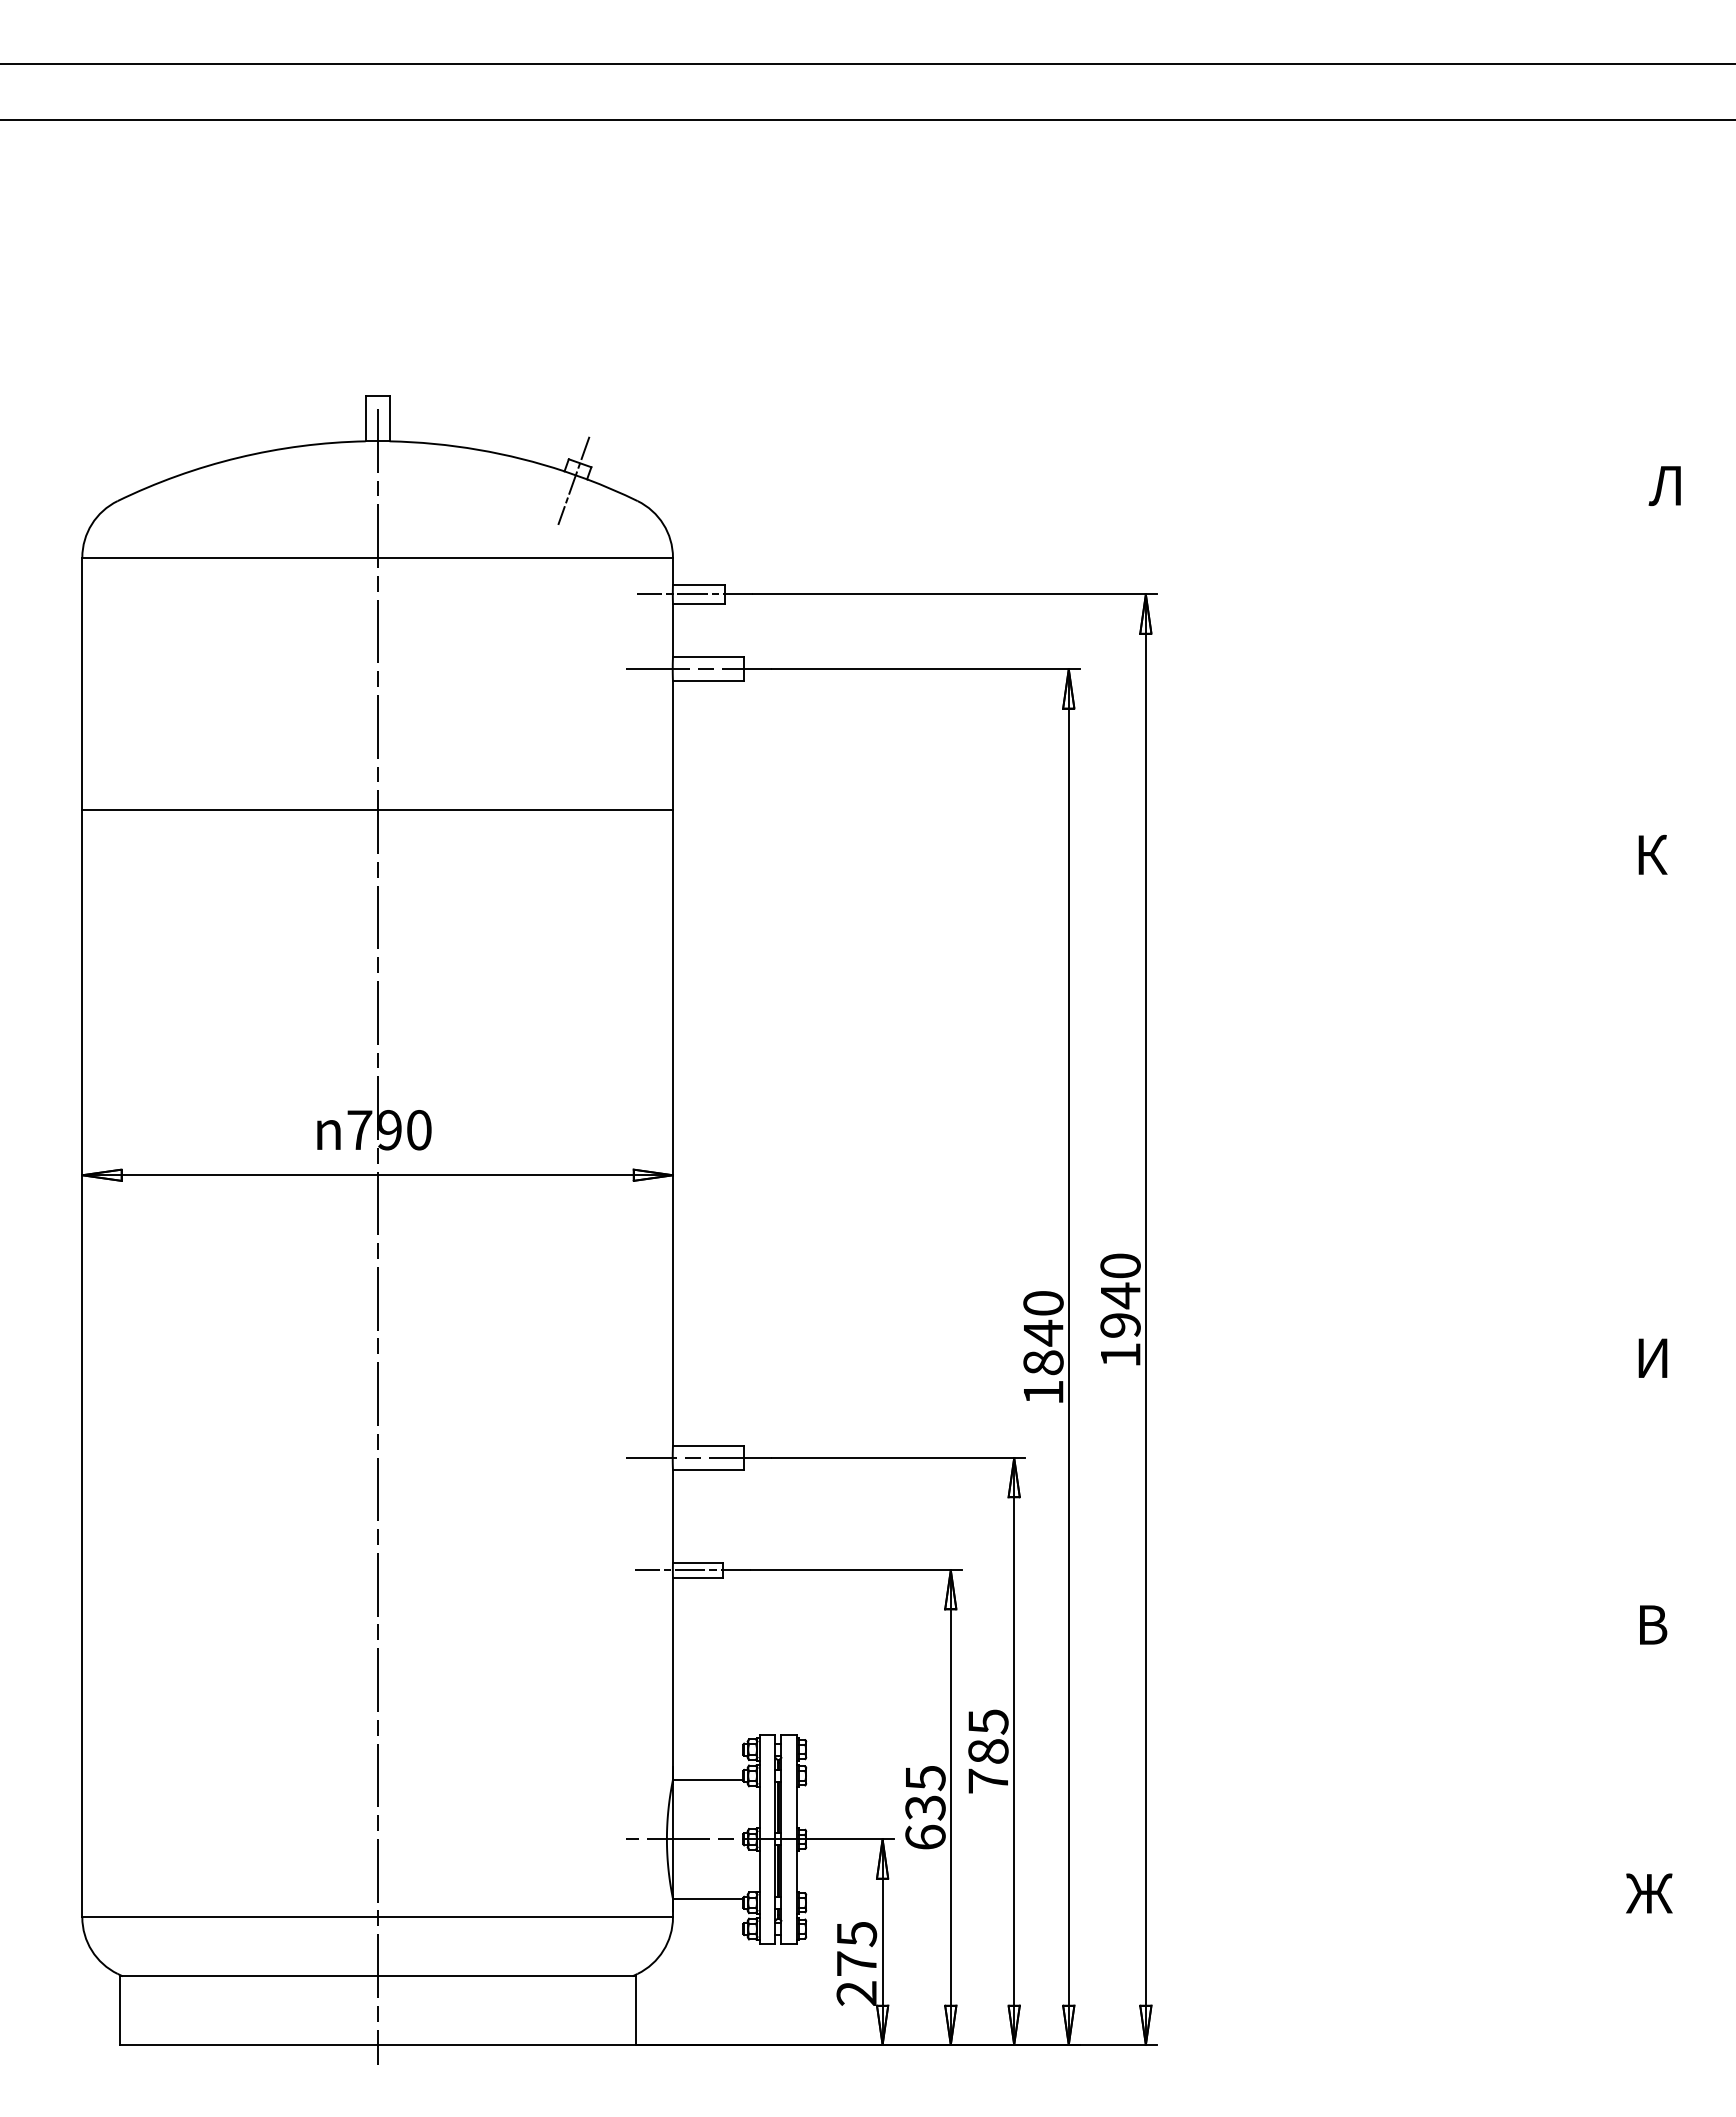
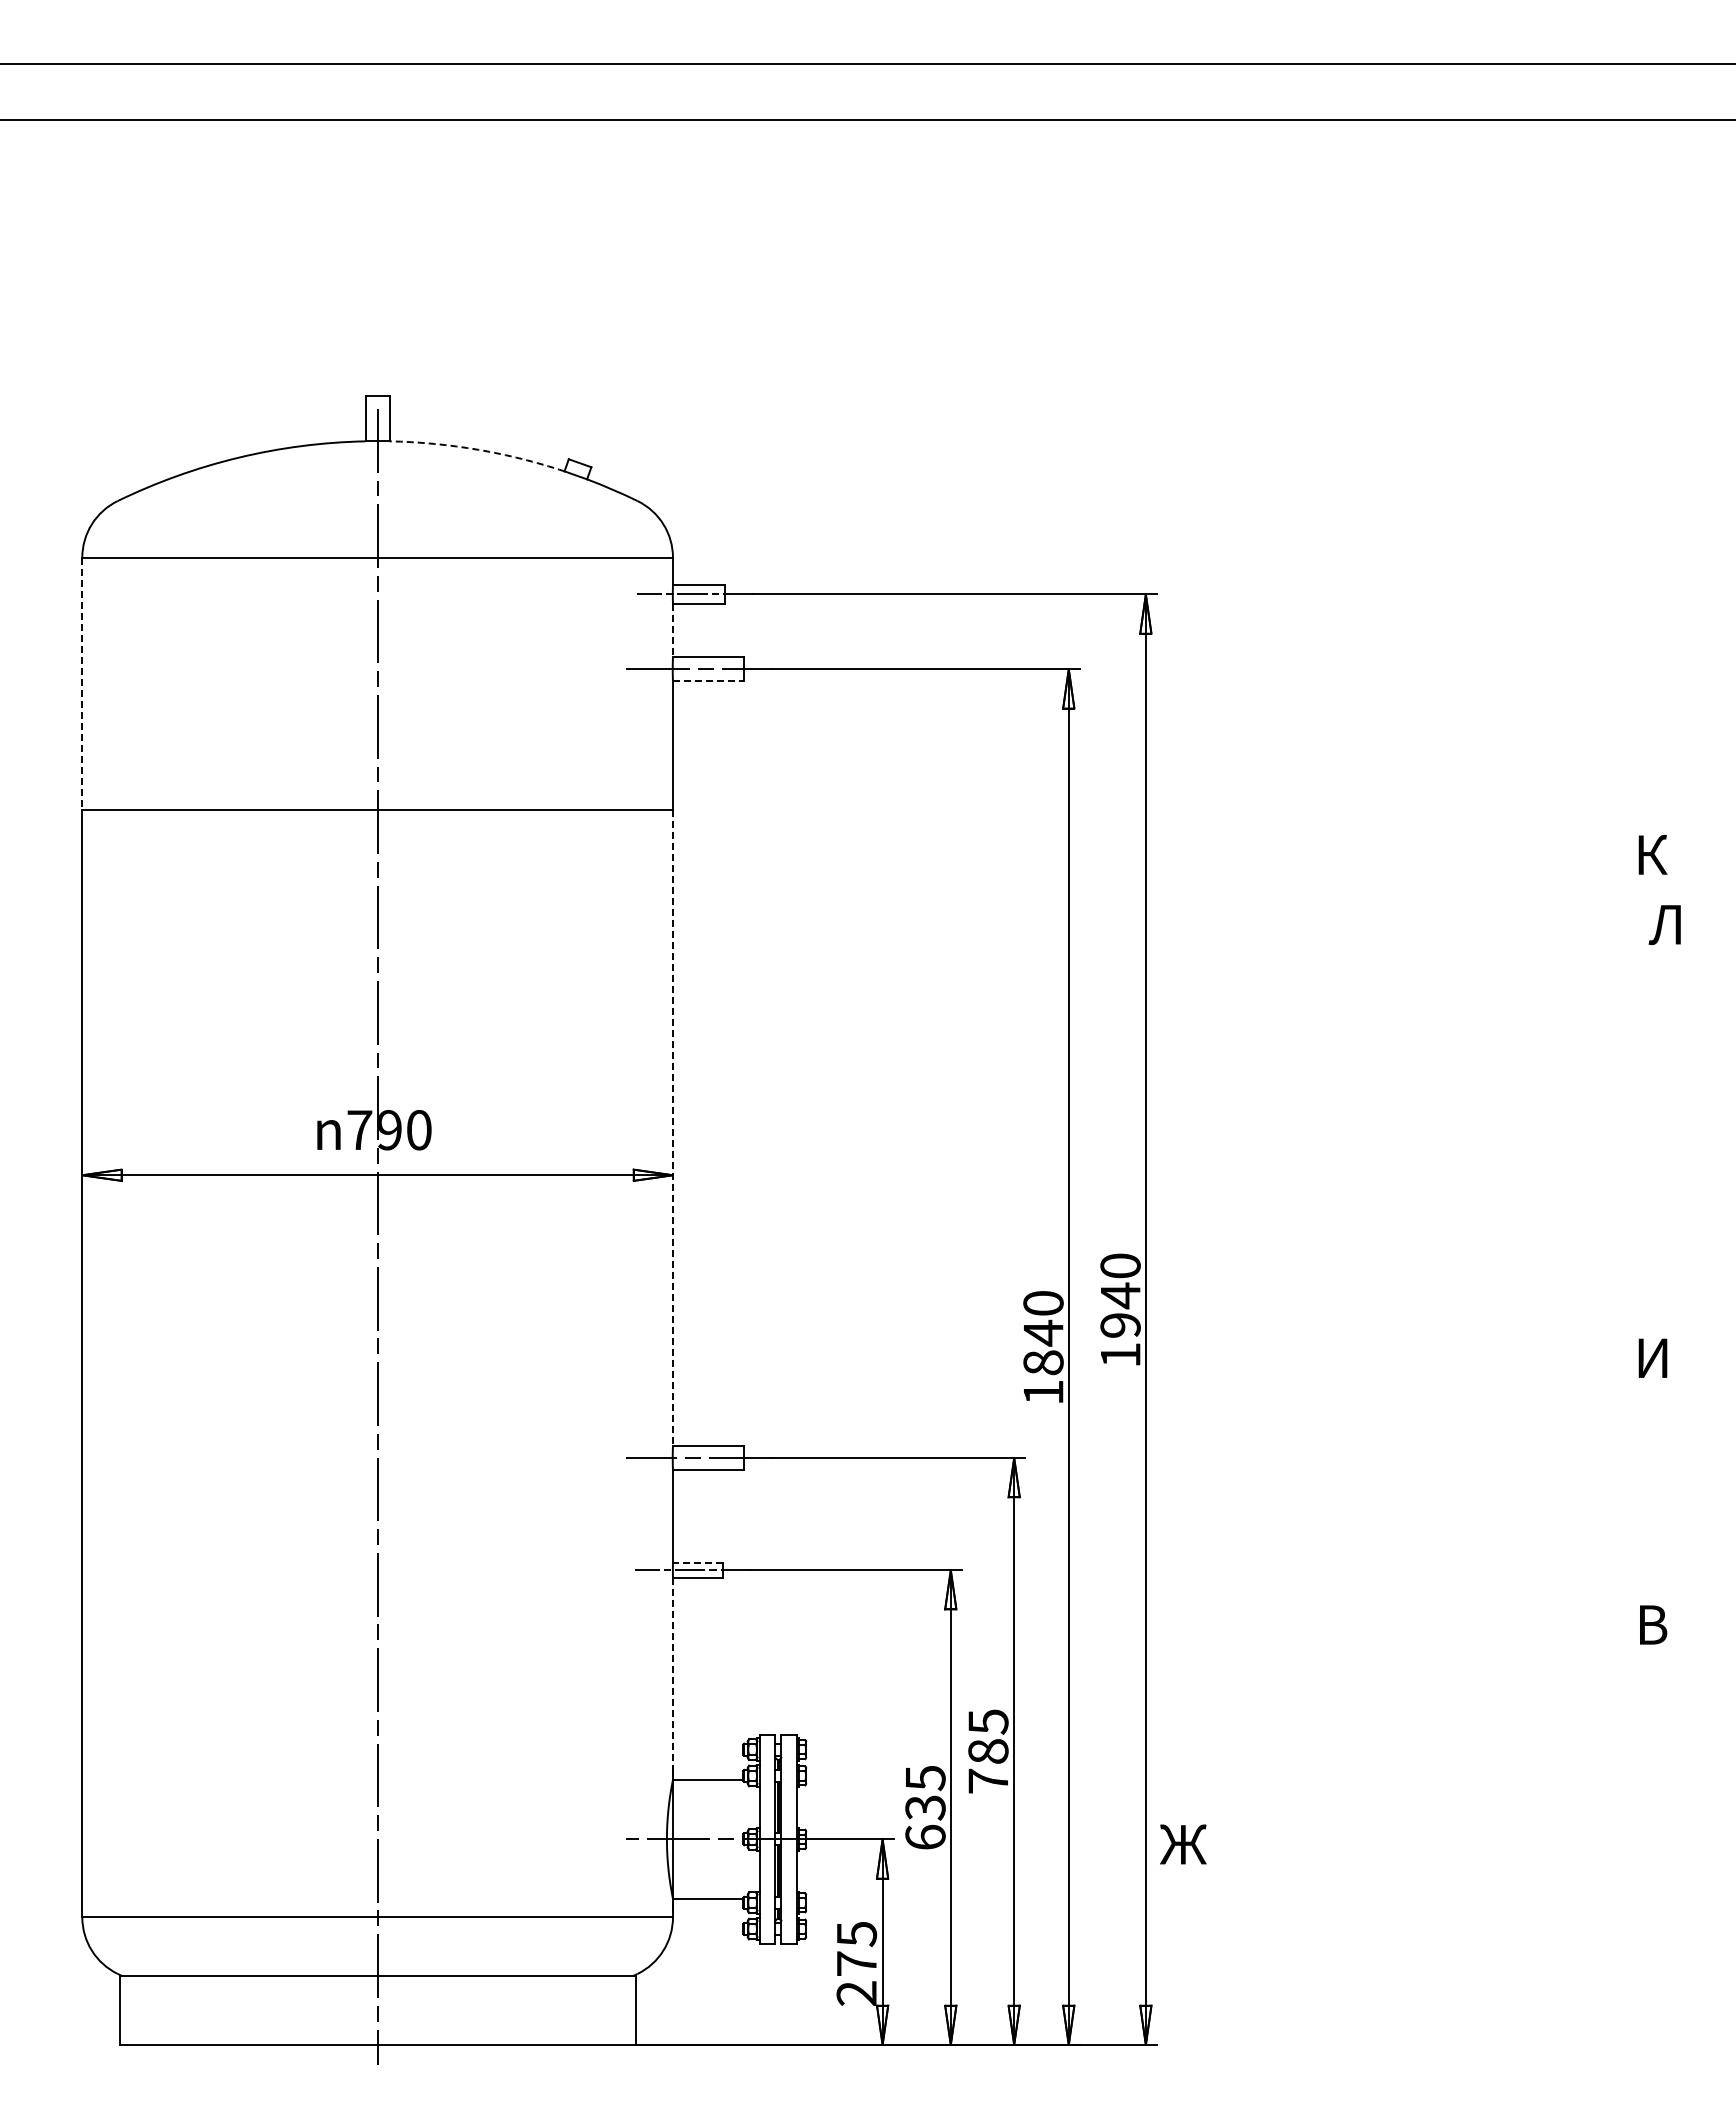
arc at (478, 449): solid -> dashed
line at (573, 480): present -> none
text at (1664, 485) position: (1664, 485) -> (1664, 924)
line at (672, 630): solid -> dashed
line at (708, 681): solid -> dashed
line at (82, 684): solid -> dashed
line at (672, 1128): solid -> dashed
line at (697, 1562): solid -> dashed
line at (672, 1679): solid -> dashed
text at (1649, 1893) position: (1649, 1893) -> (1183, 1844)
